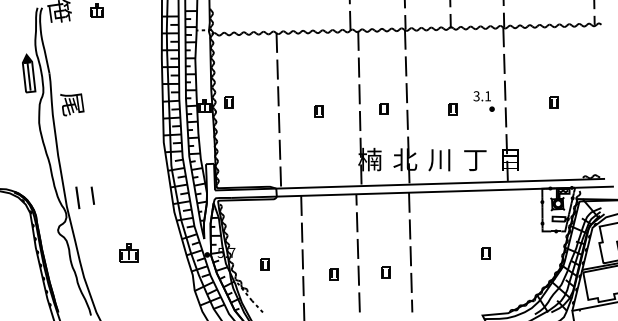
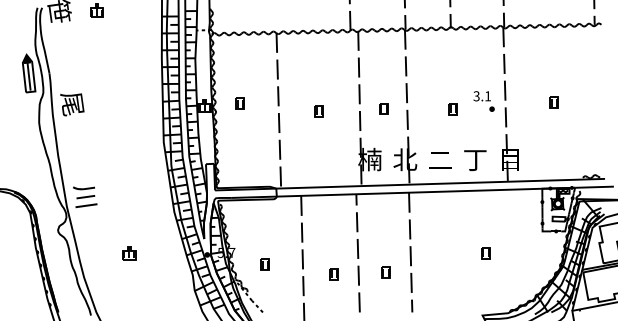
part at (228, 102) position: (228, 102) -> (239, 103)
text at (439, 160): 川 -> 二
text at (85, 197): 二 -> 川
part at (128, 252) size: 20x20 px -> 15x15 px
